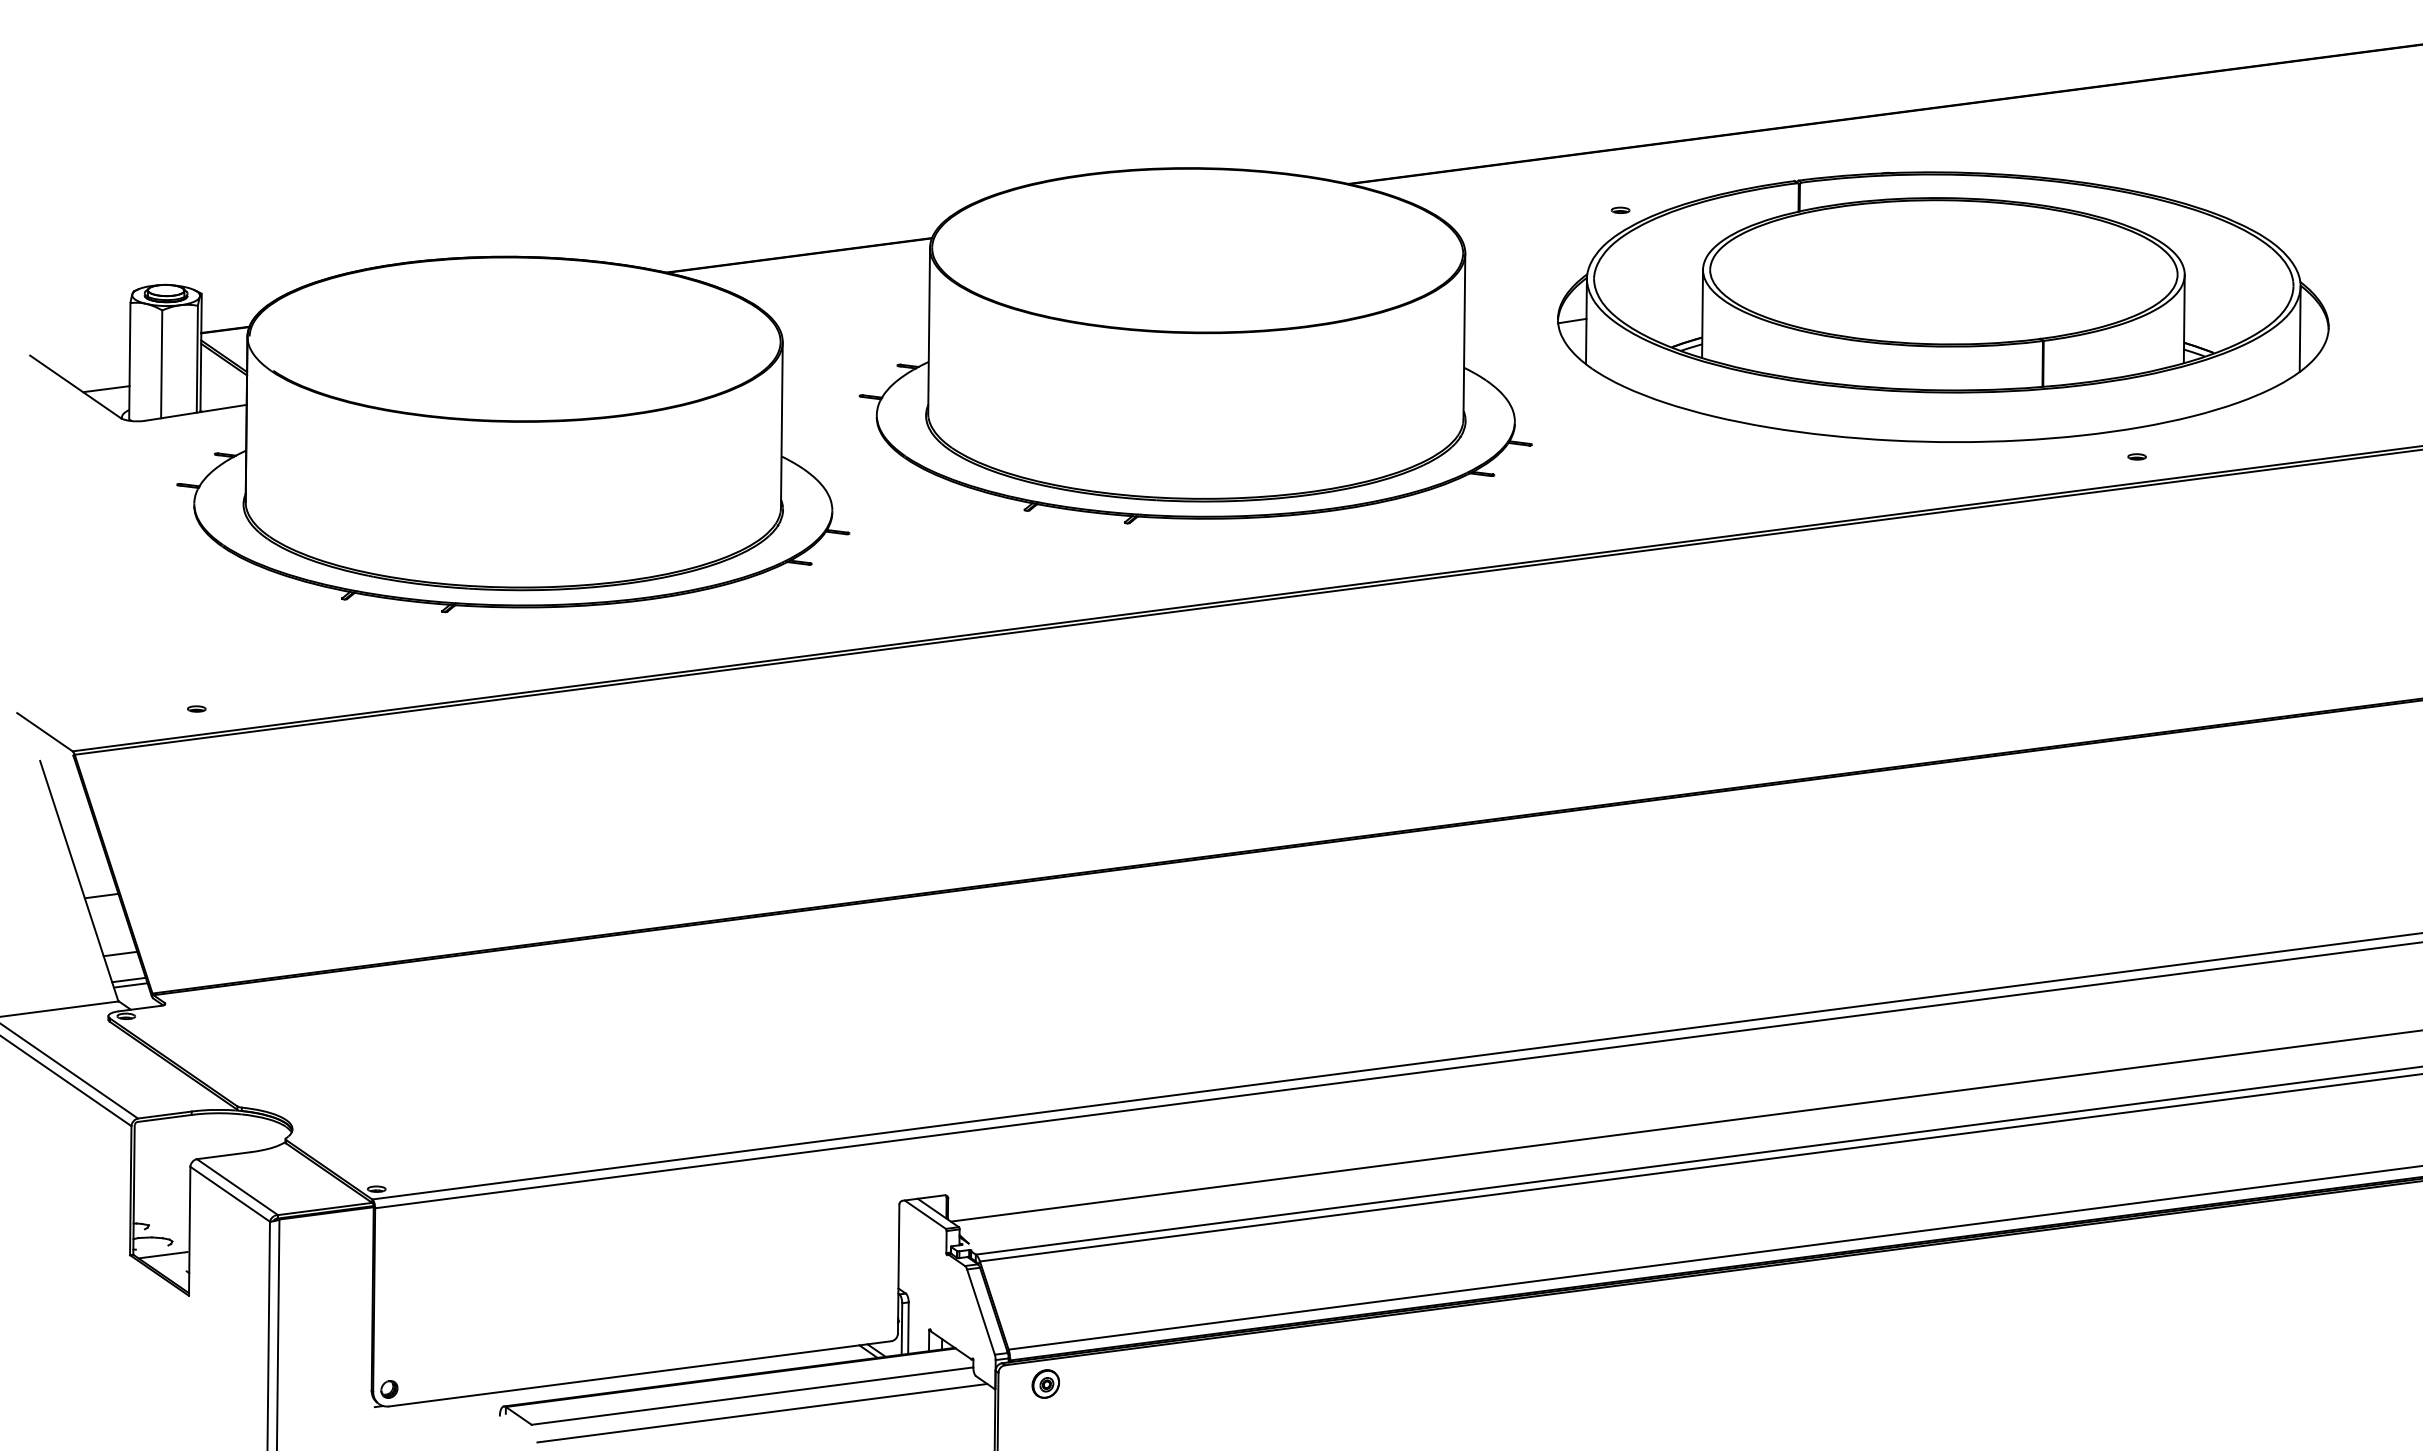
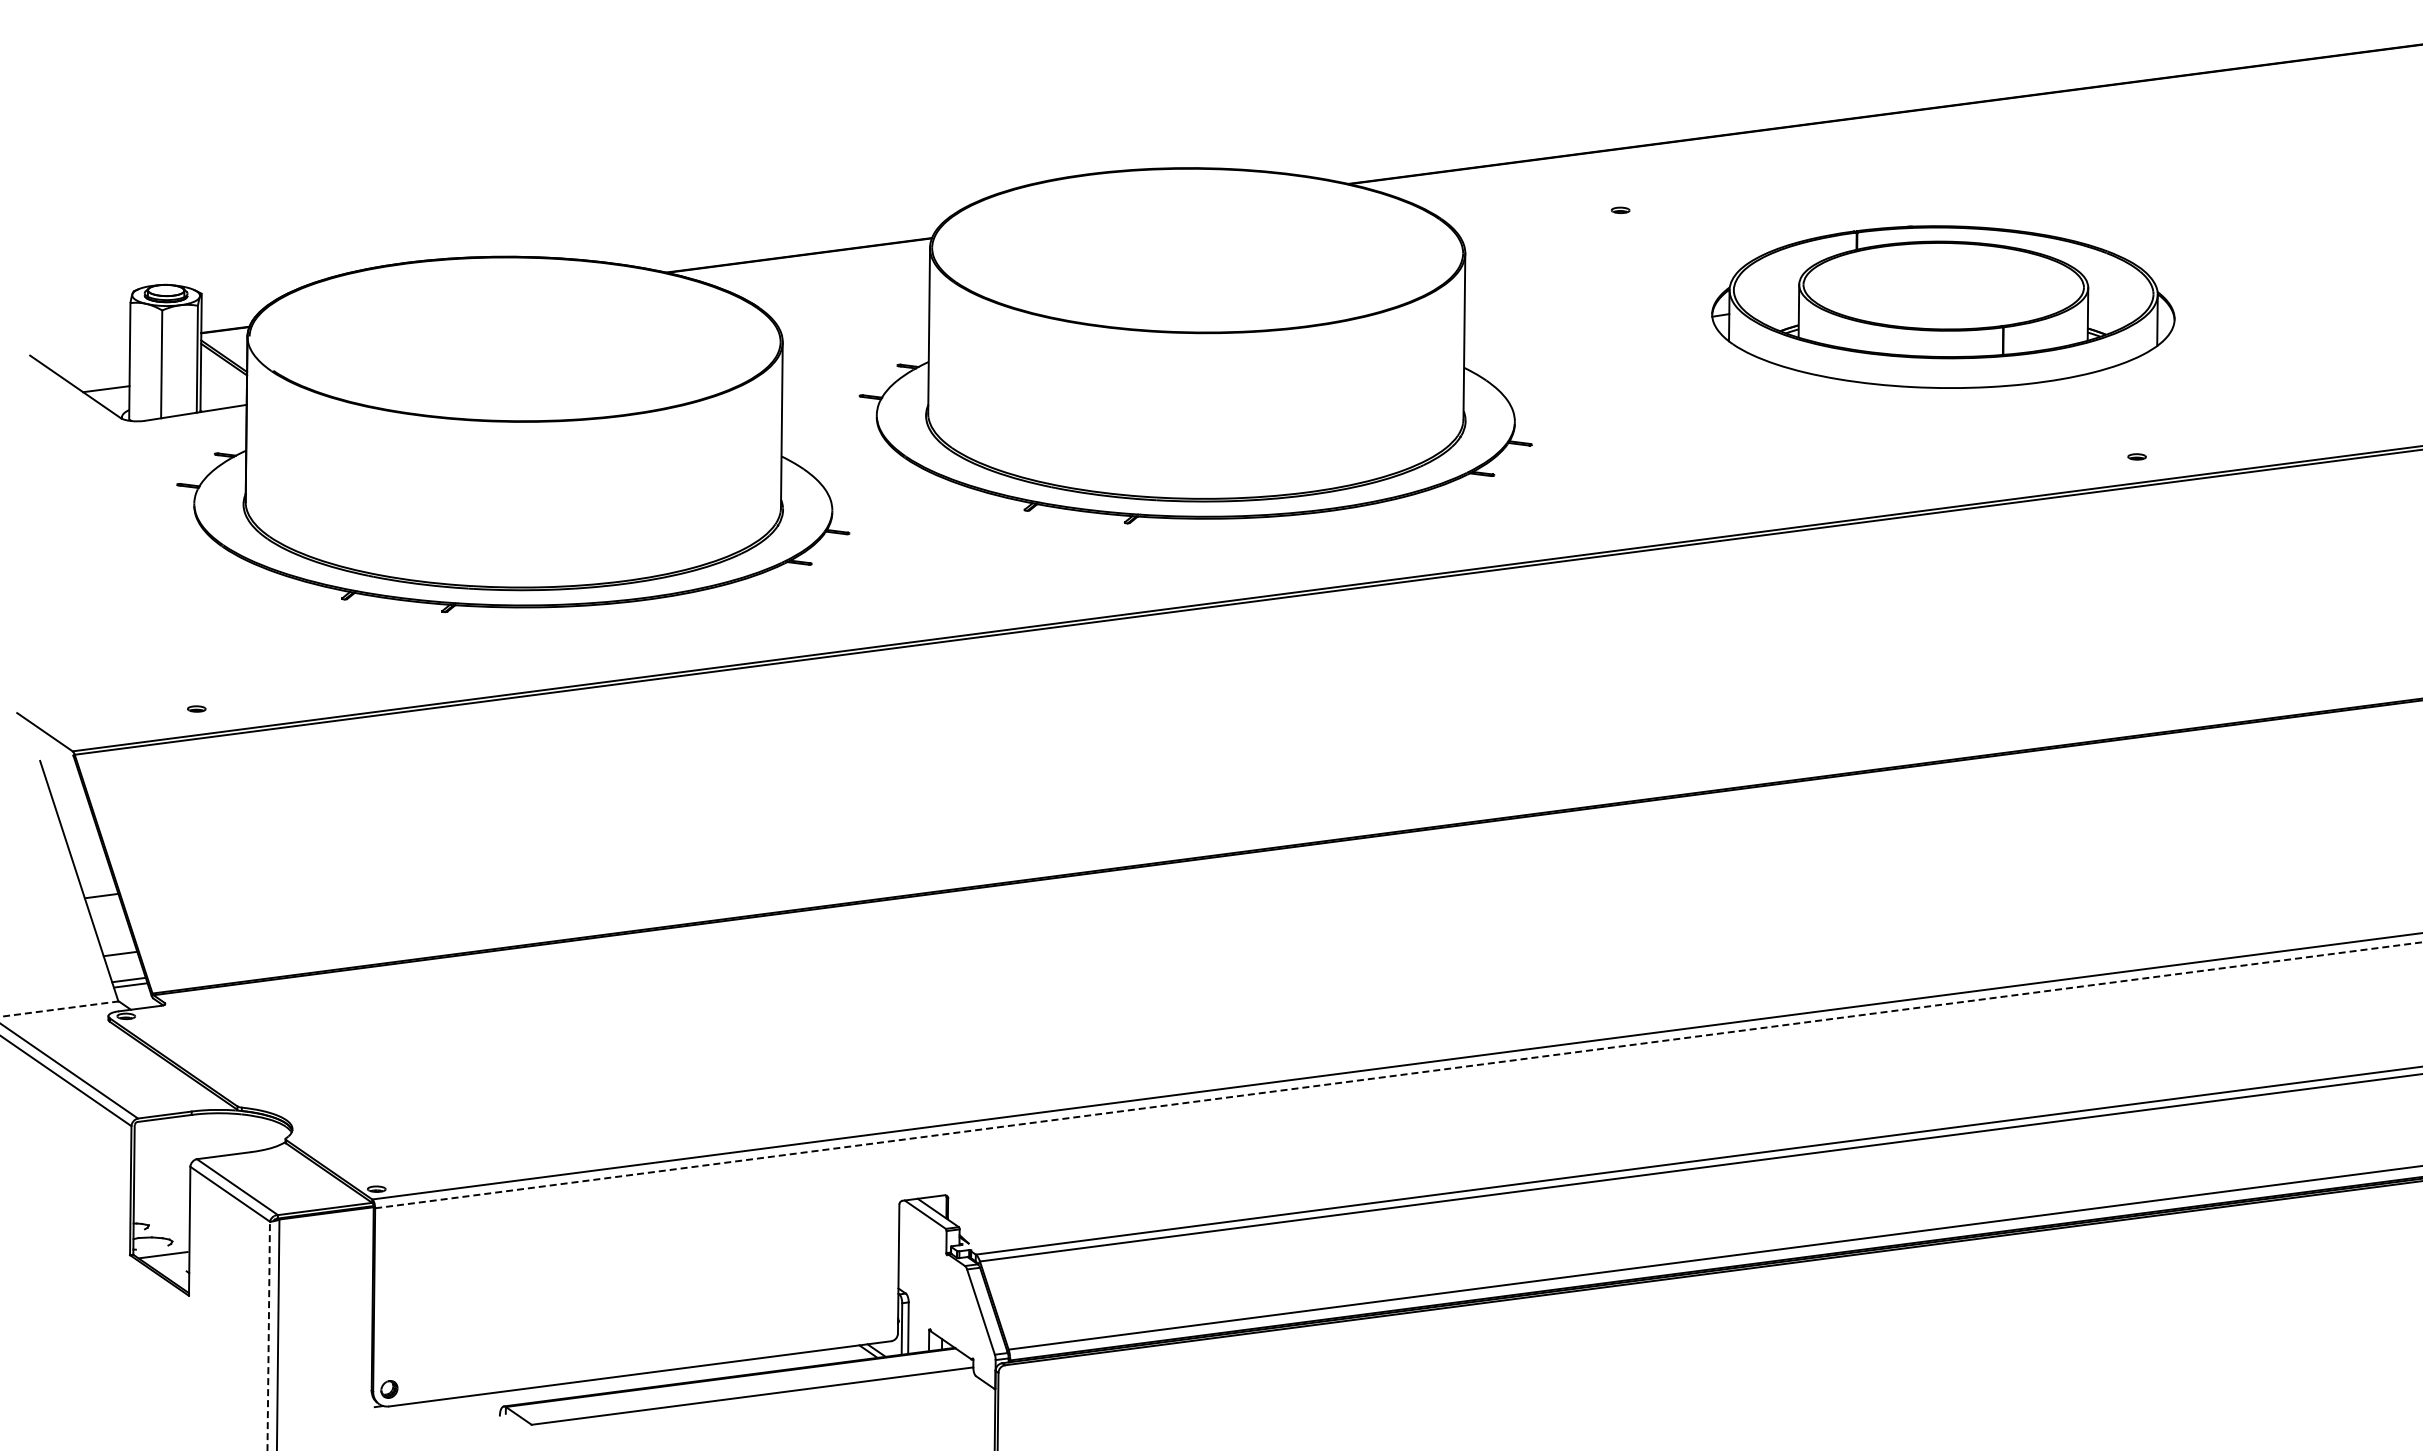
part at (1943, 306) size: 773x272 px -> 465x164 px
line at (59, 1009): solid -> dashed
line at (1399, 1075): solid -> dashed
line at (1685, 1125): present -> none
line at (268, 1335): solid -> dashed
part at (1045, 1383): present -> none
line at (762, 1412): present -> none
